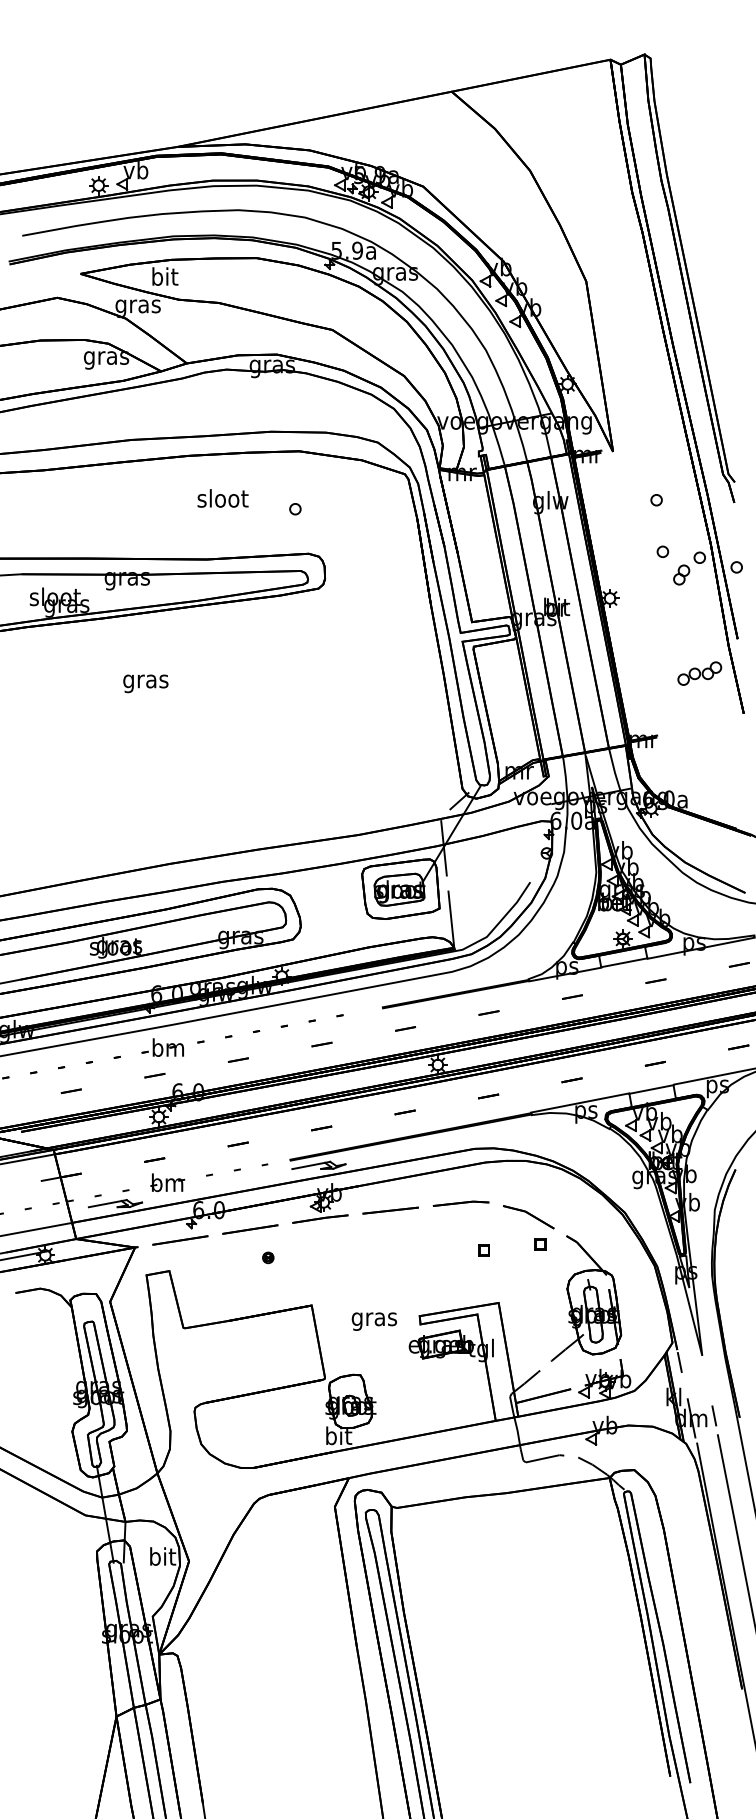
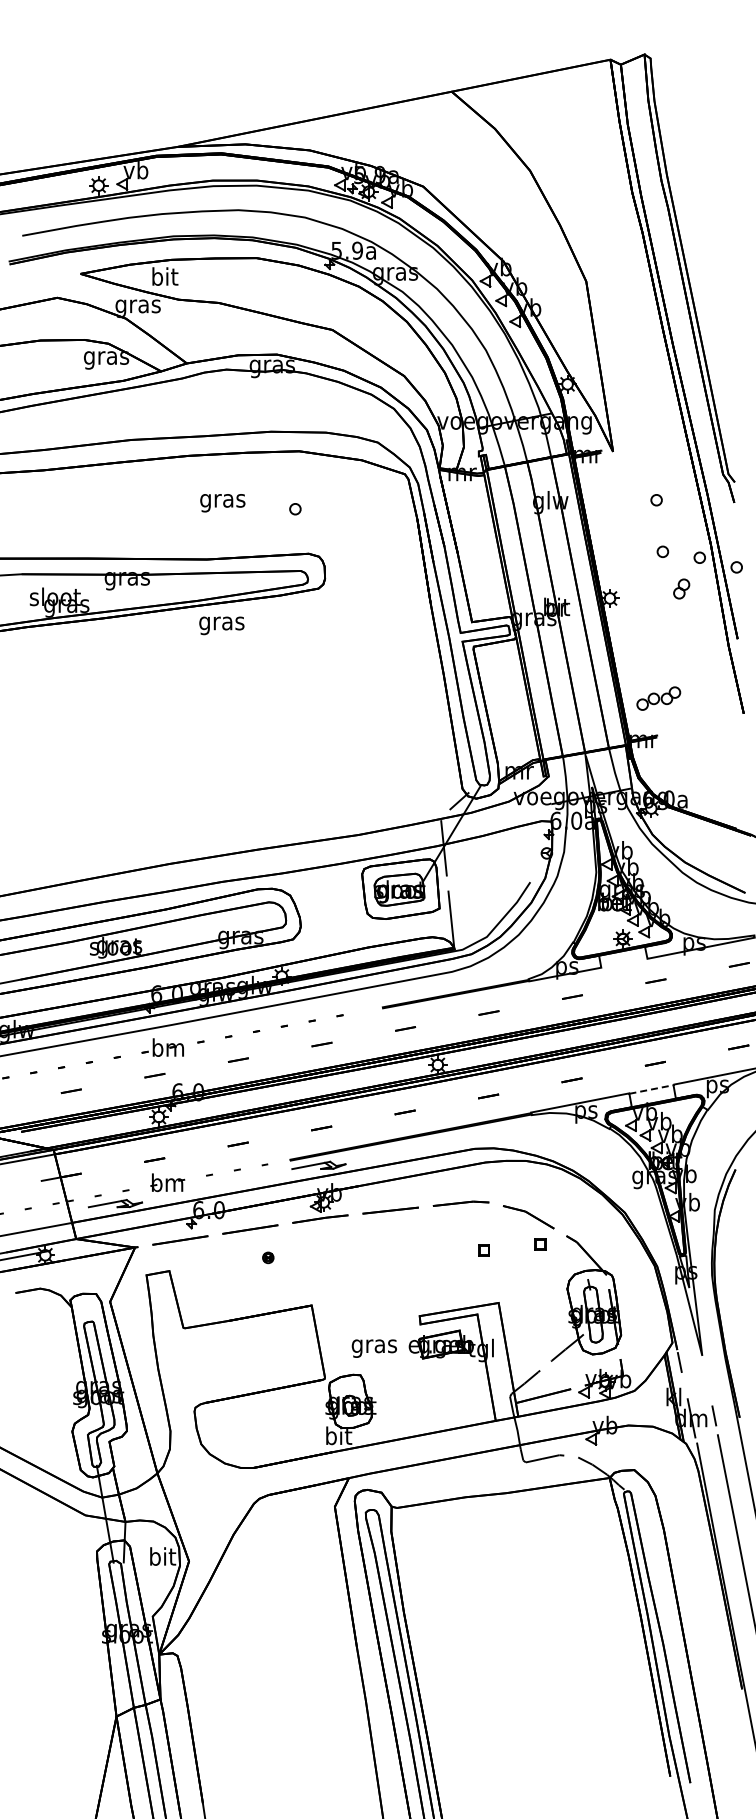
text at (222, 500): sloot -> gras
part at (681, 574) position: (681, 574) -> (681, 588)
part at (699, 673) position: (699, 673) -> (658, 698)
text at (145, 683) position: (145, 683) -> (221, 625)
line at (624, 962): present -> none
line at (651, 1089): solid -> dashed
text at (373, 1321) position: (373, 1321) -> (373, 1348)
